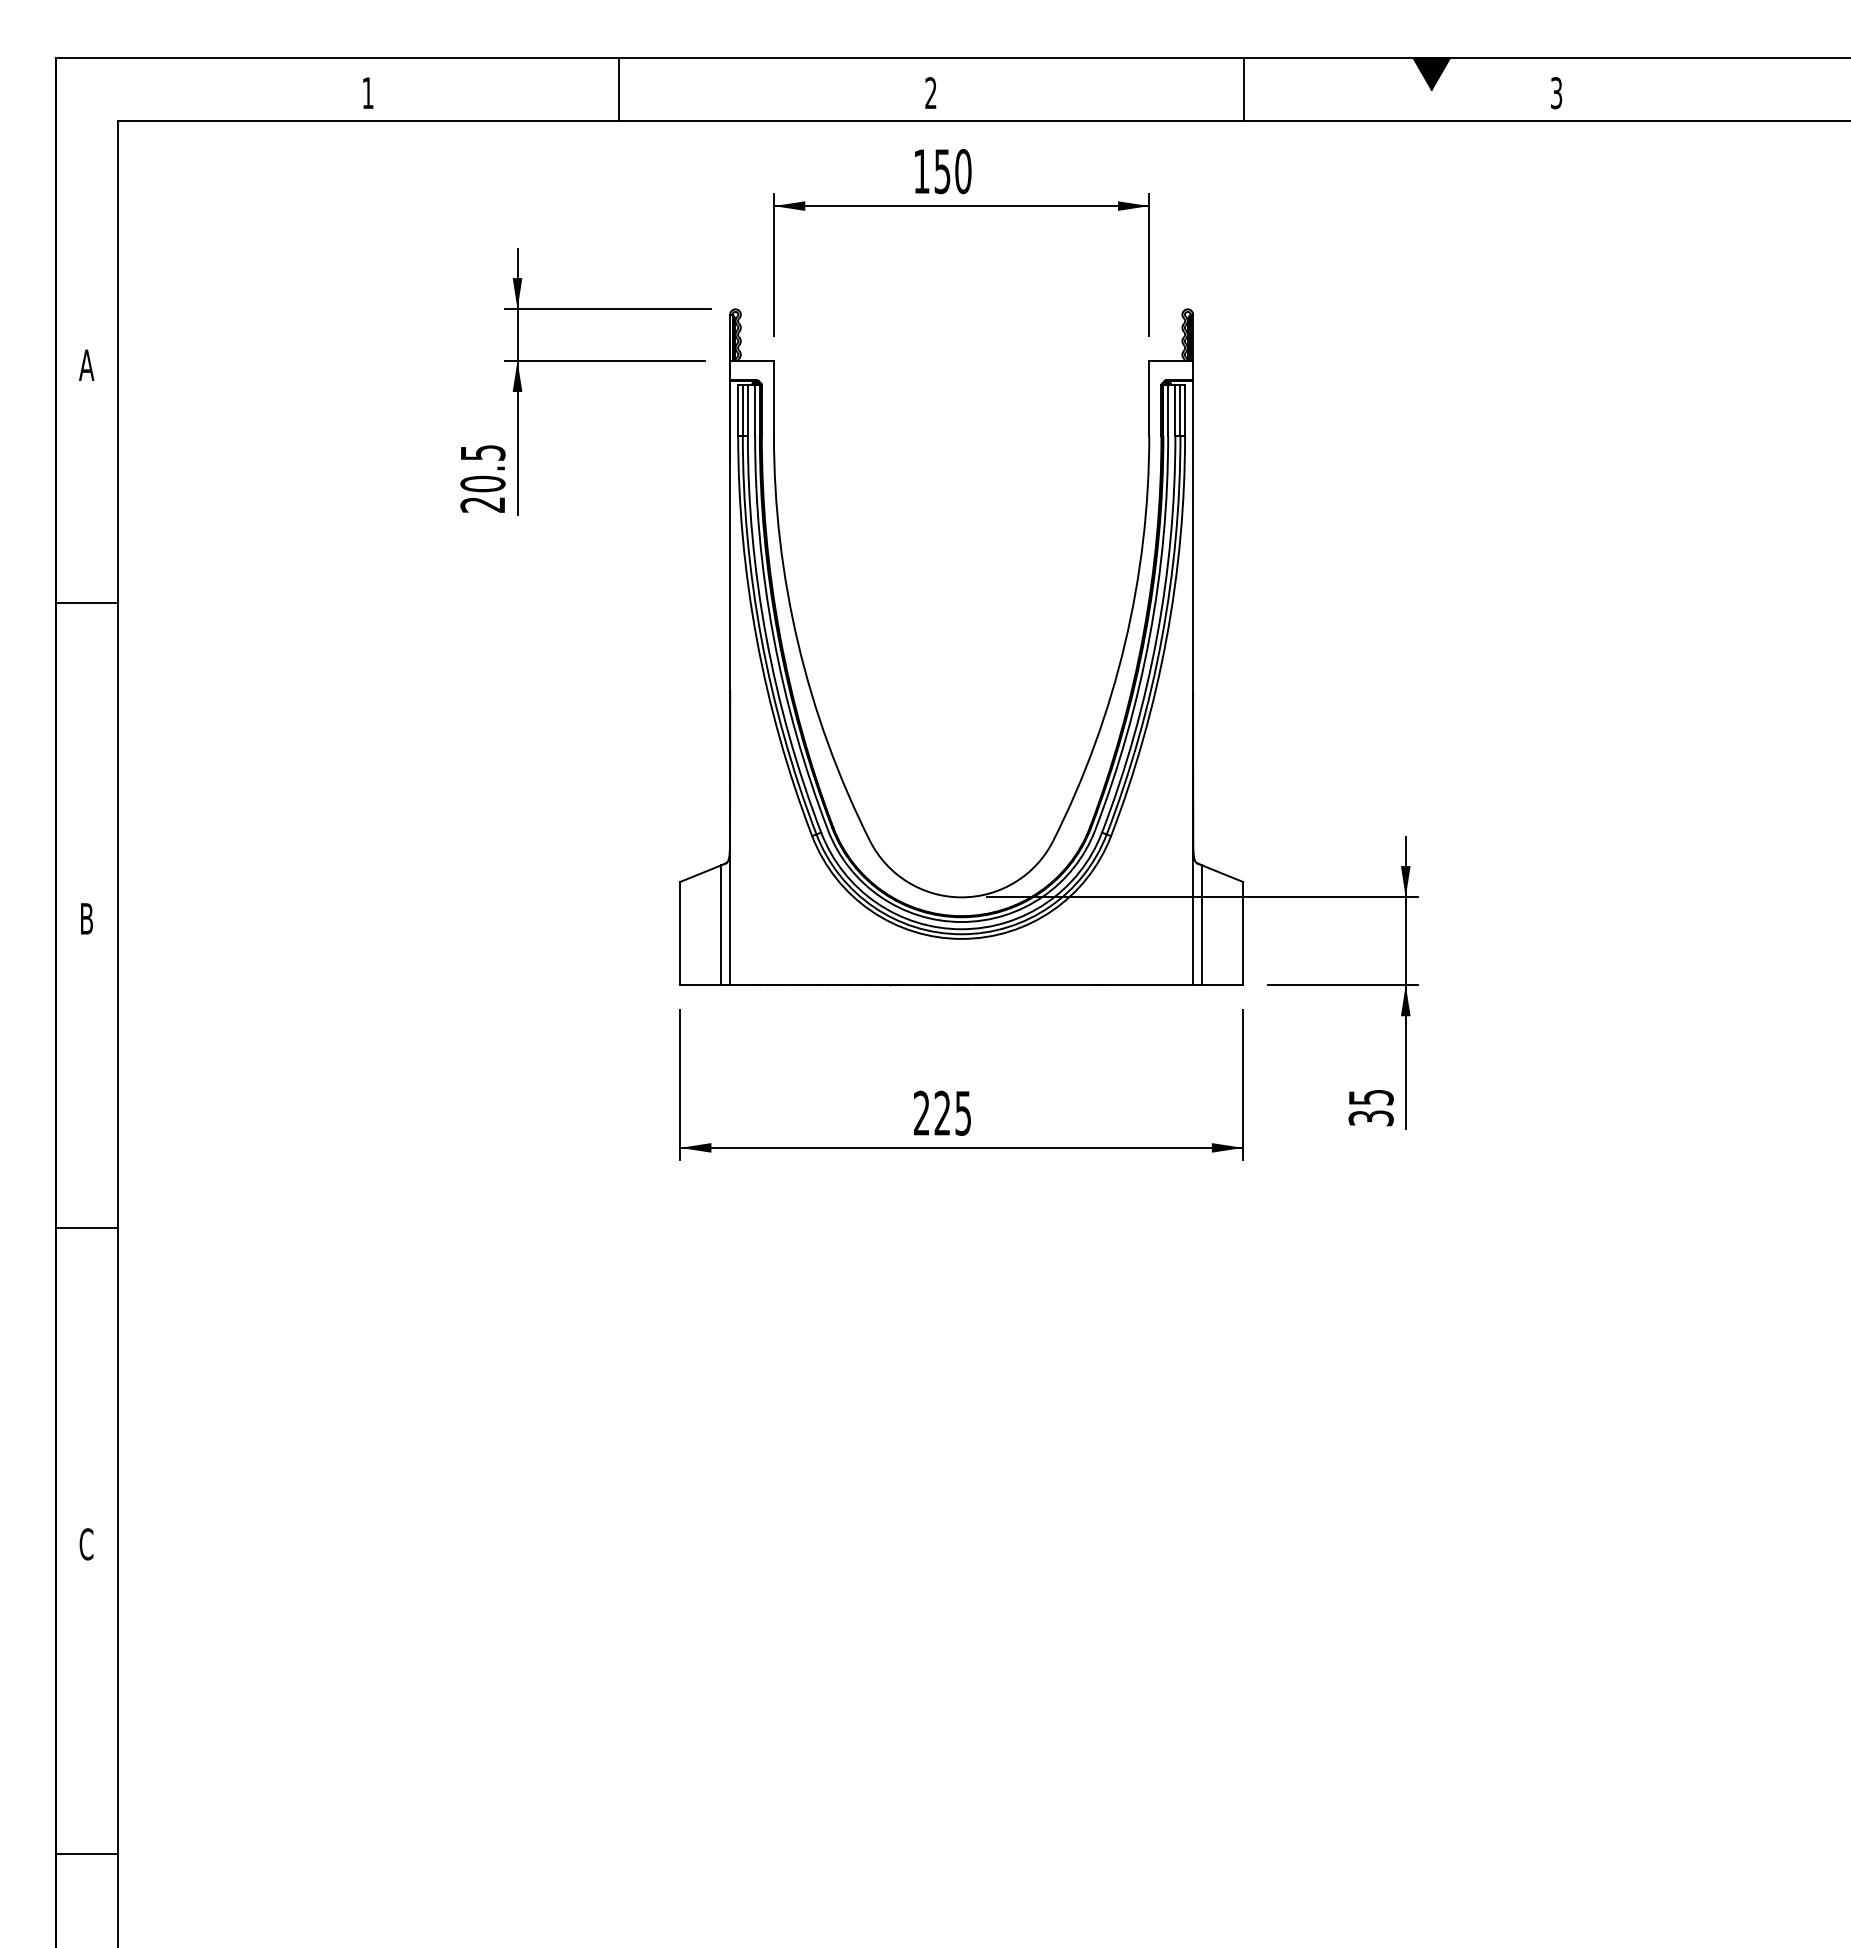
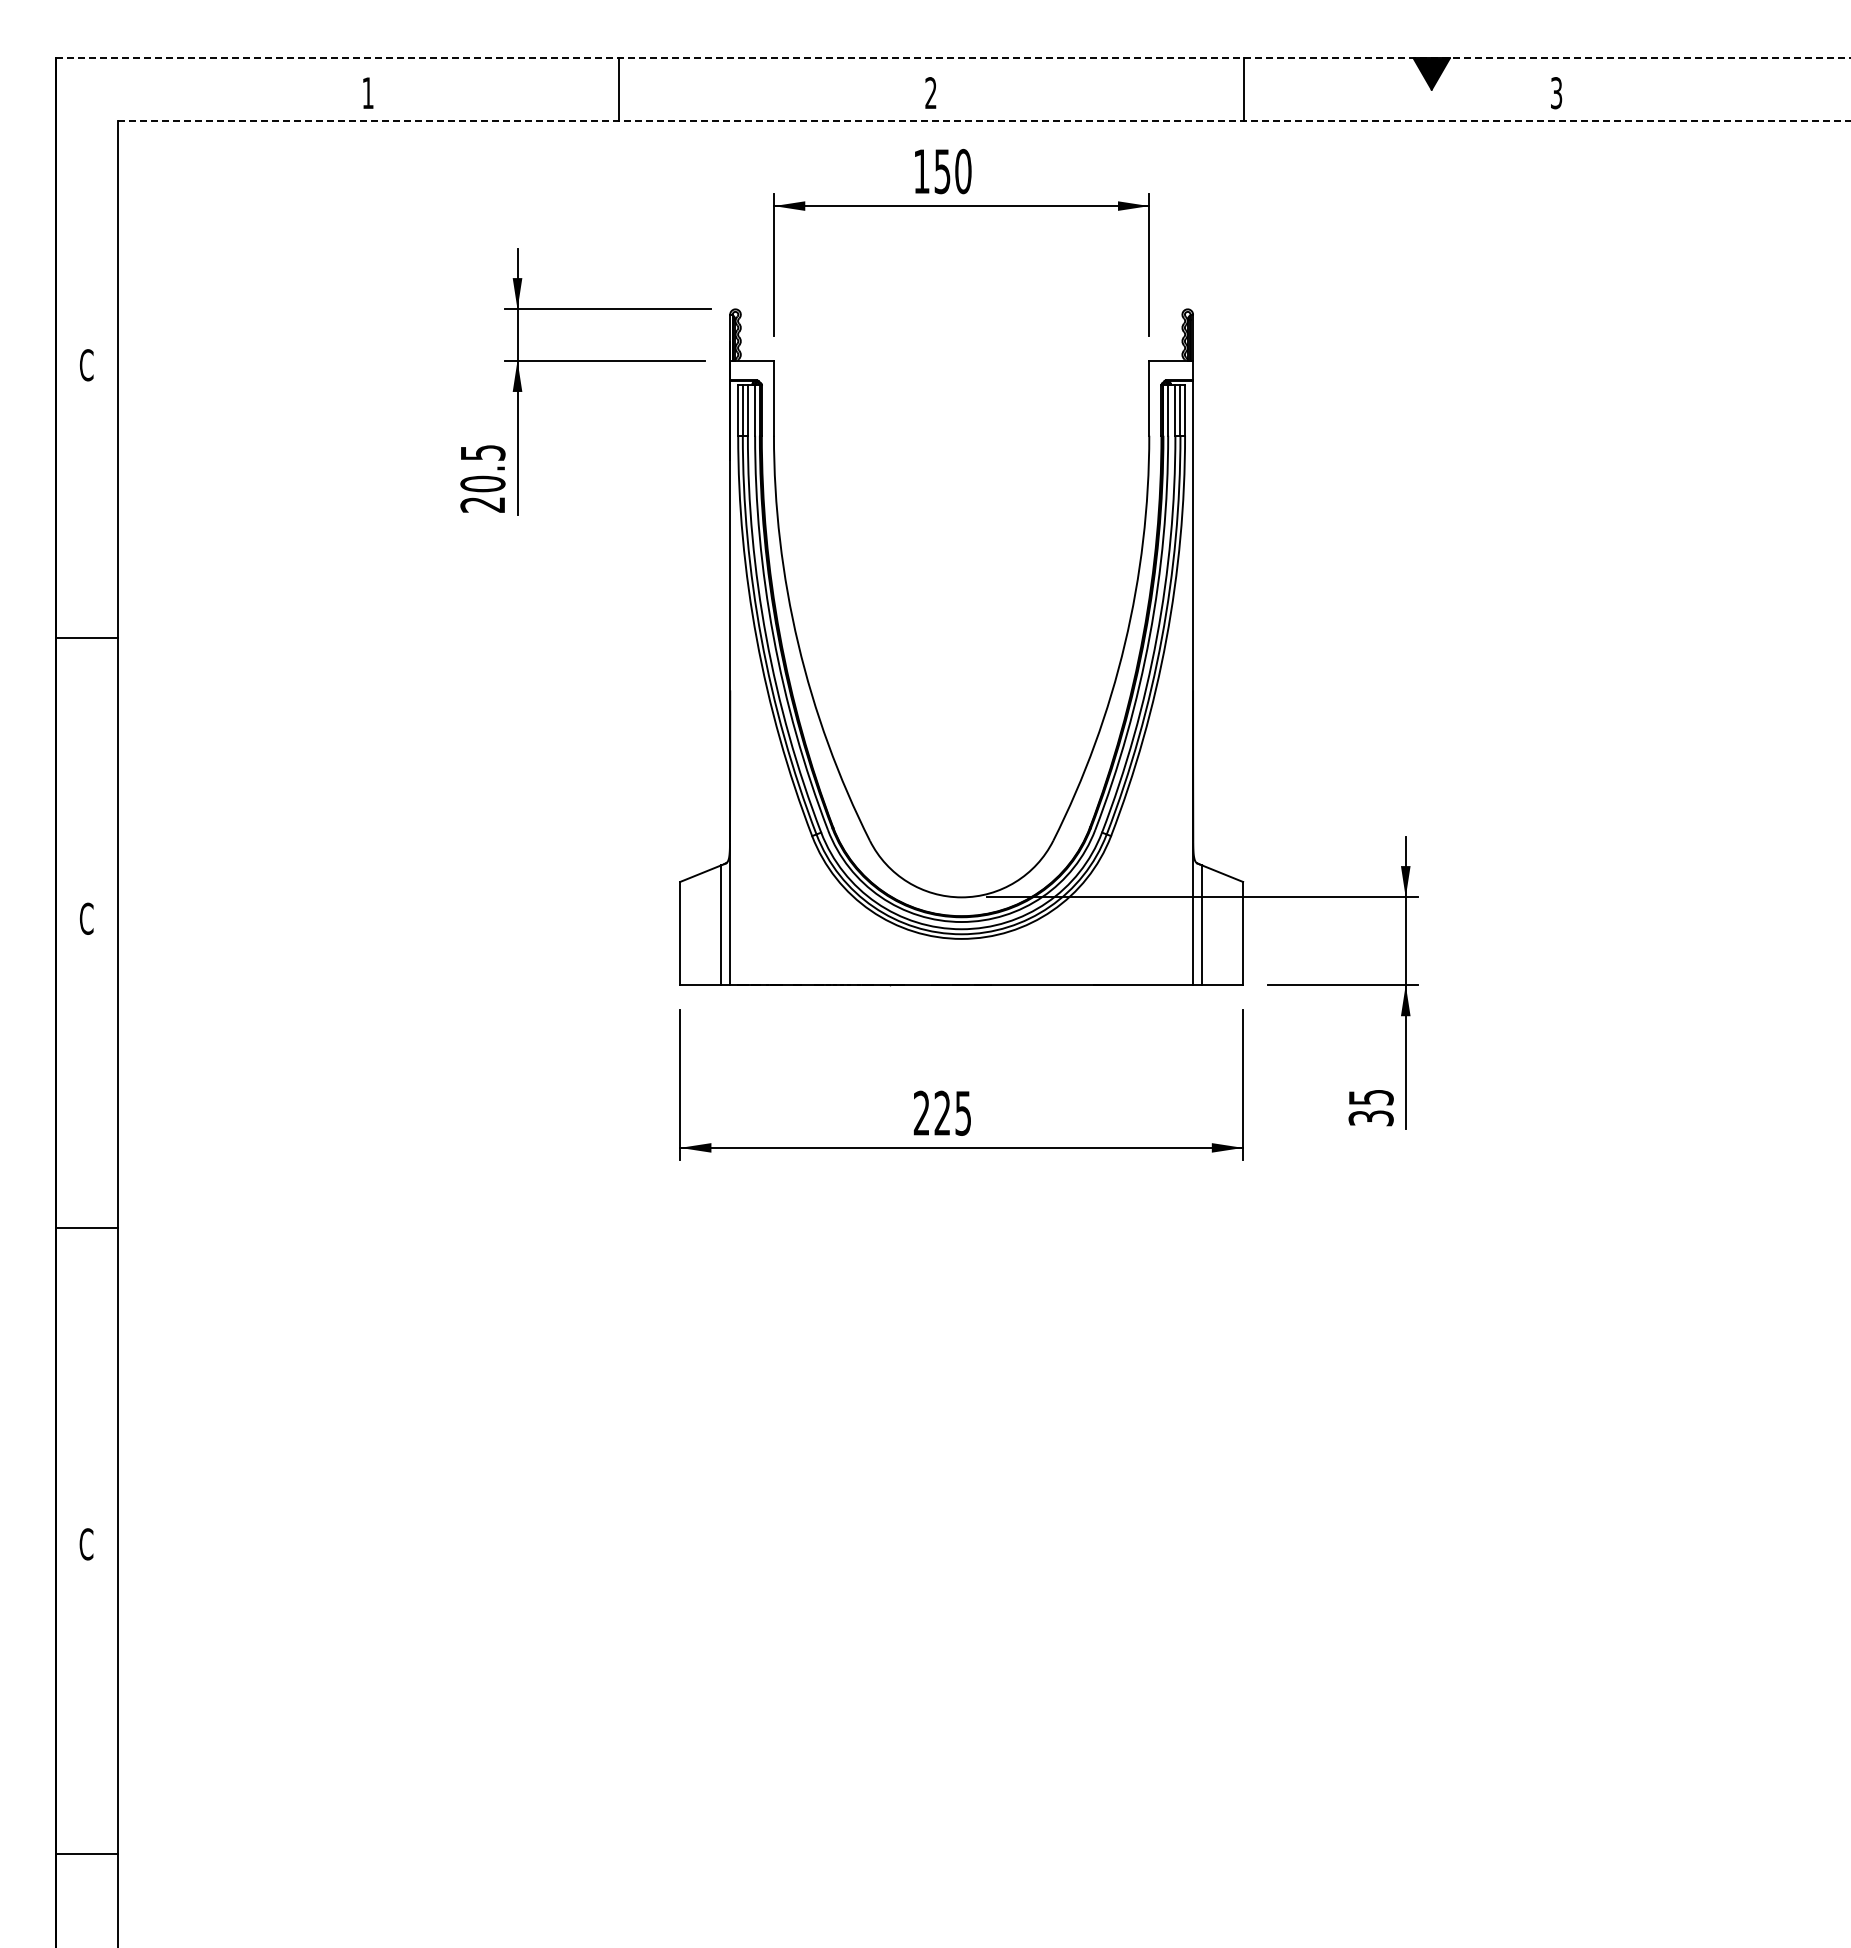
line at (953, 58): solid -> dashed
line at (984, 120): solid -> dashed
text at (86, 365): A -> C
line at (86, 602) position: (86, 602) -> (86, 637)
text at (86, 918): B -> C
